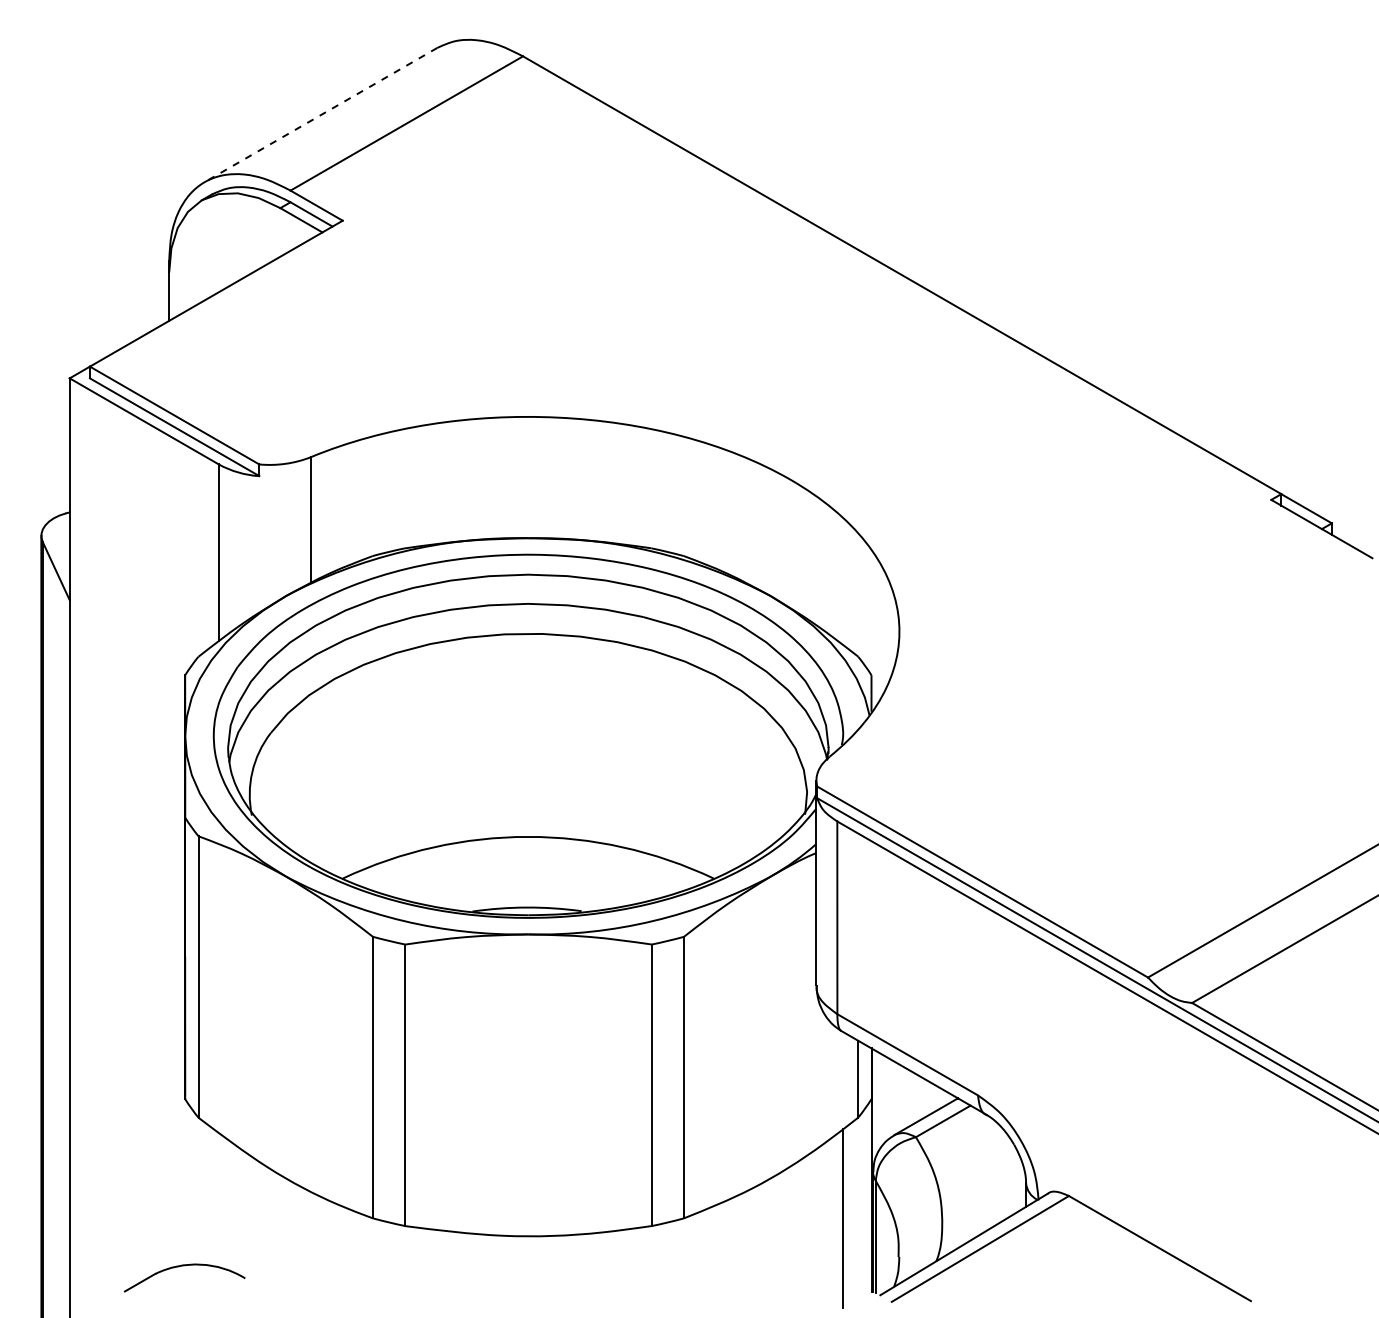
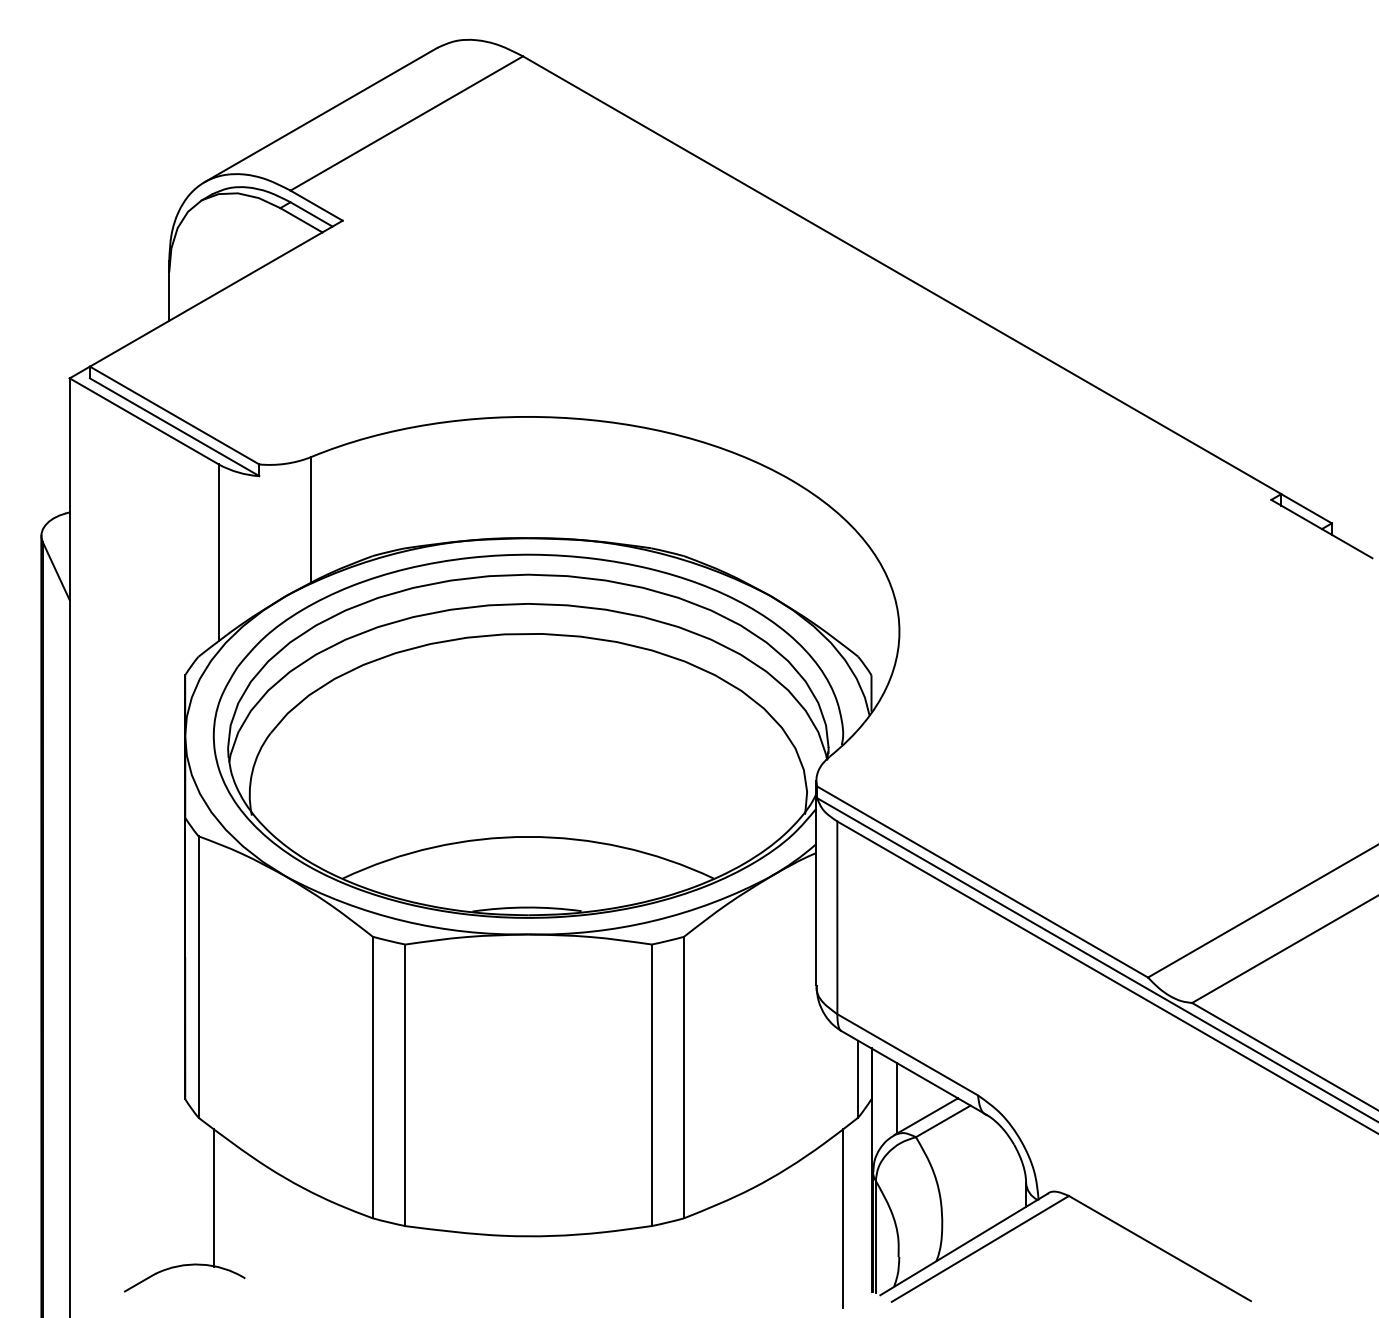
line at (320, 115): dashed -> solid
line at (897, 1098): none -> present
line at (213, 1197): none -> present
